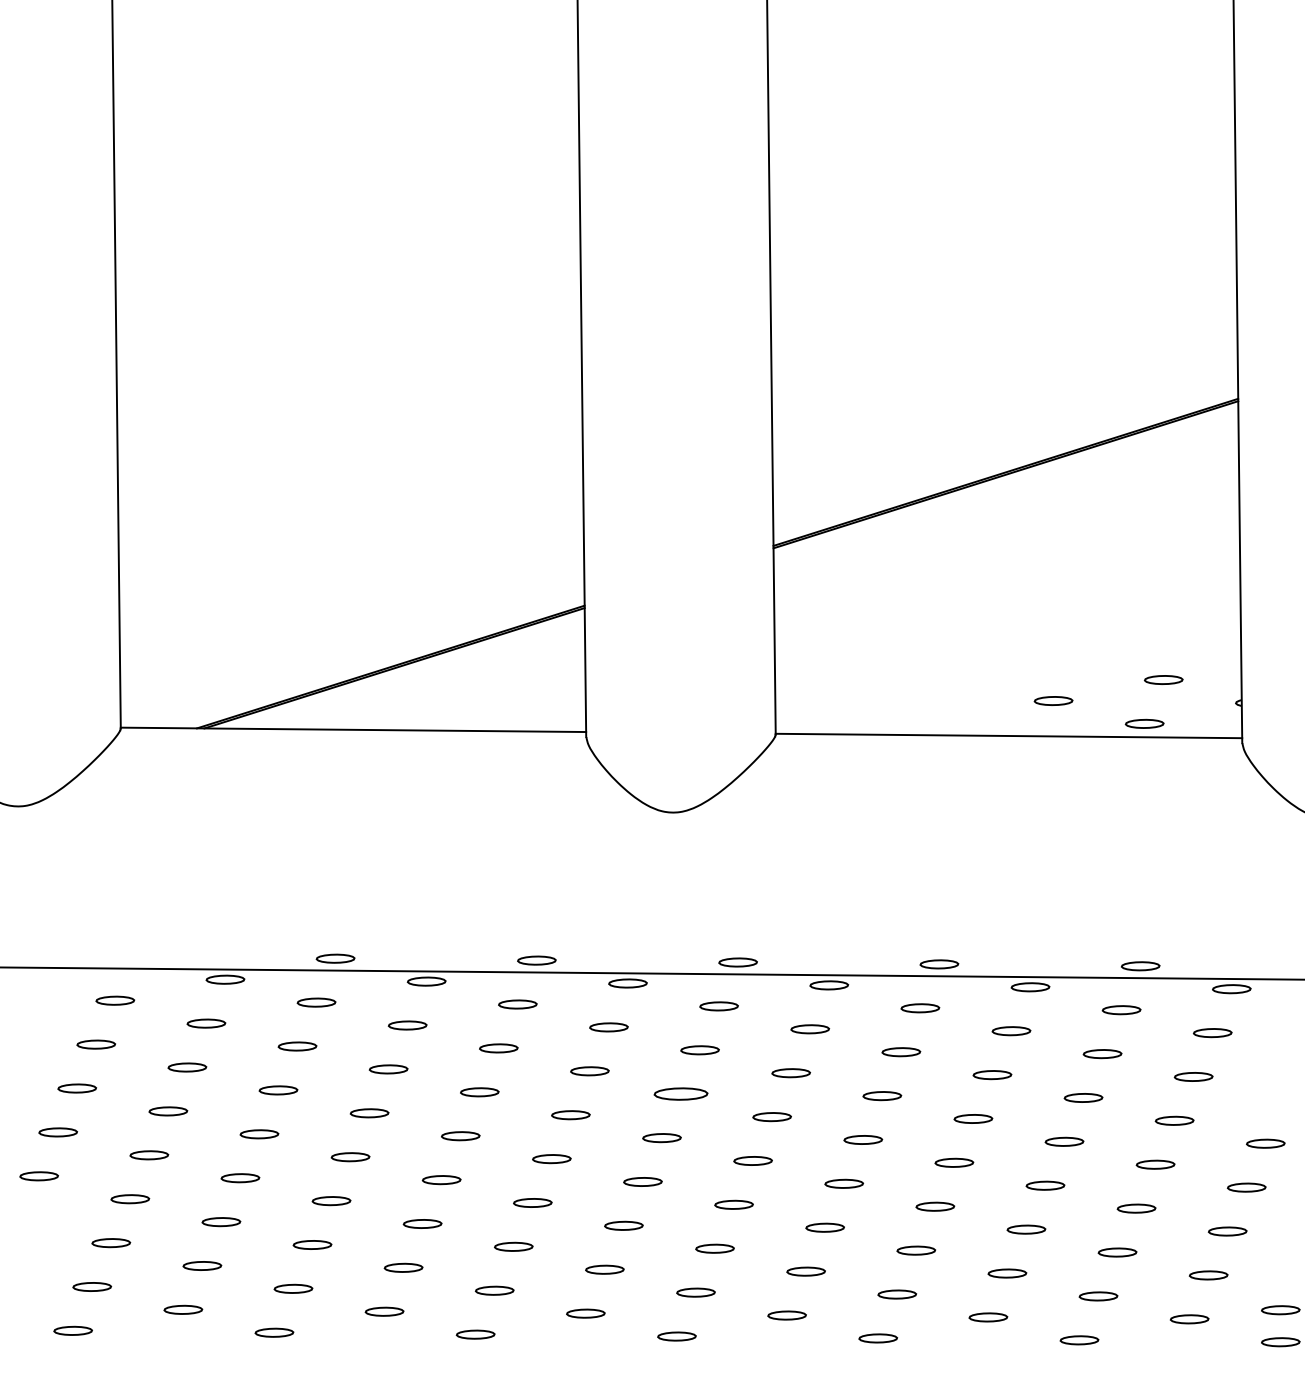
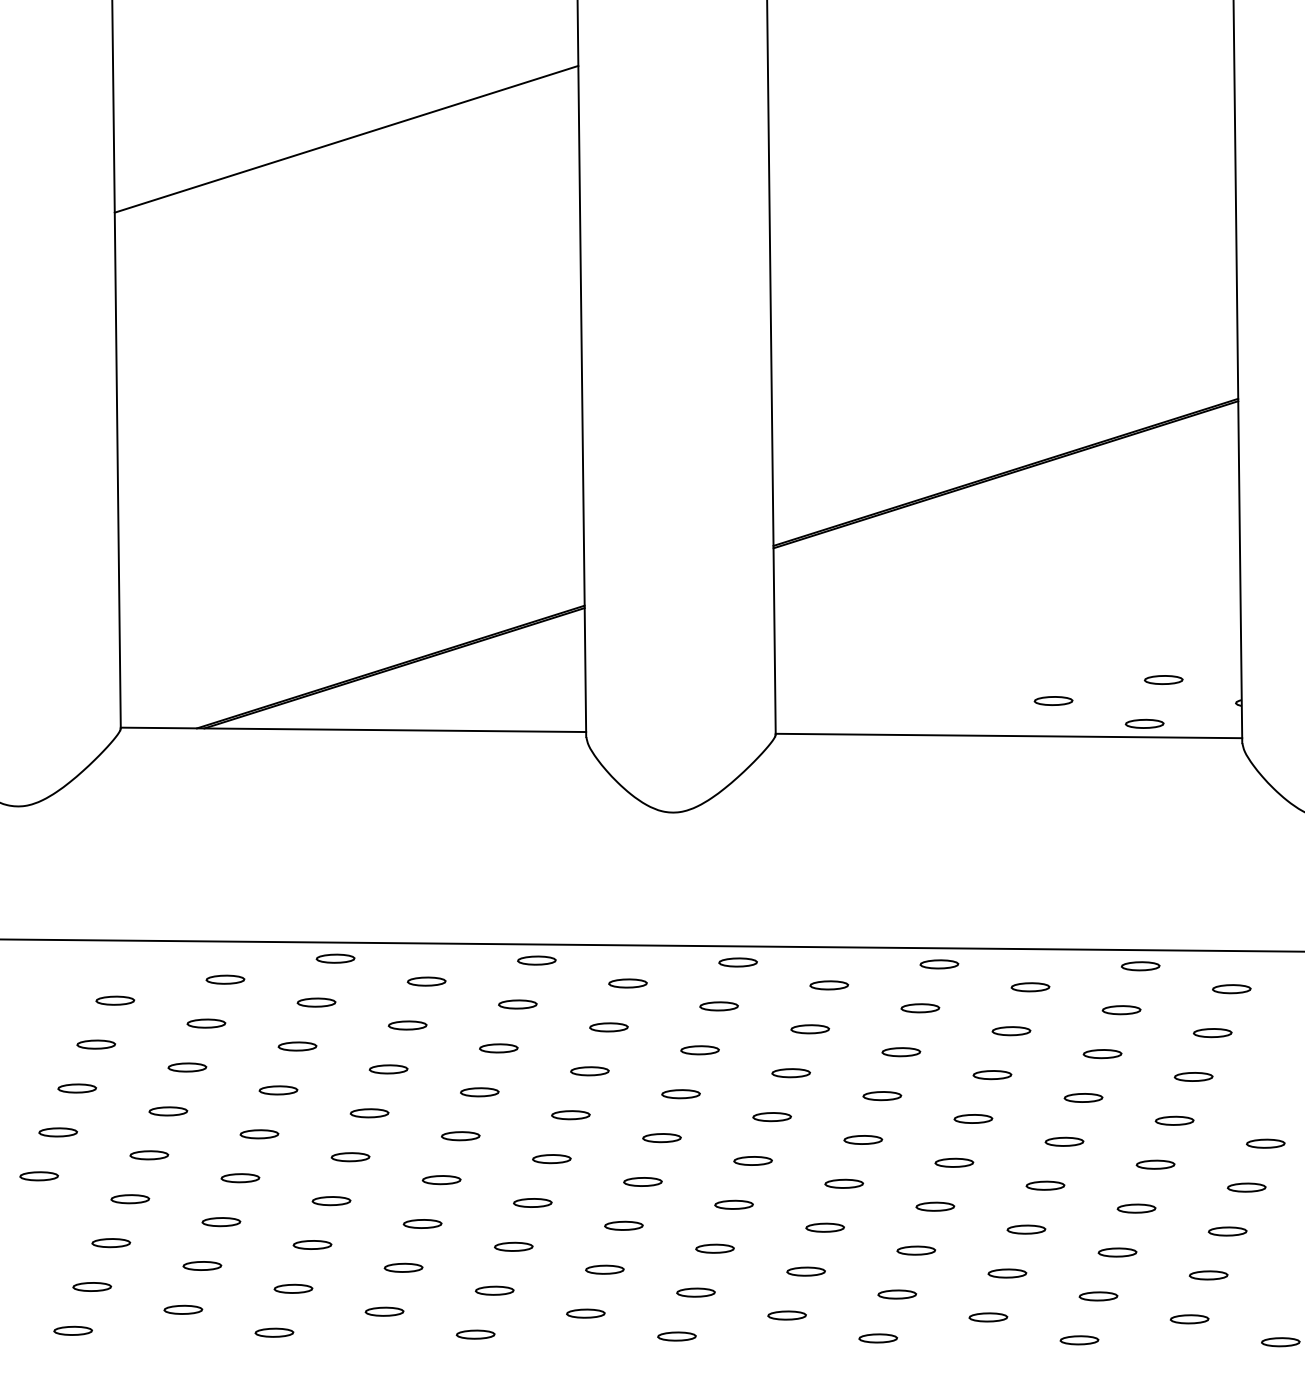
line at (346, 138): none -> present
line at (651, 973) position: (651, 973) -> (651, 945)
part at (680, 1093) size: 56x14 px -> 40x11 px
part at (1280, 1310): present -> none
